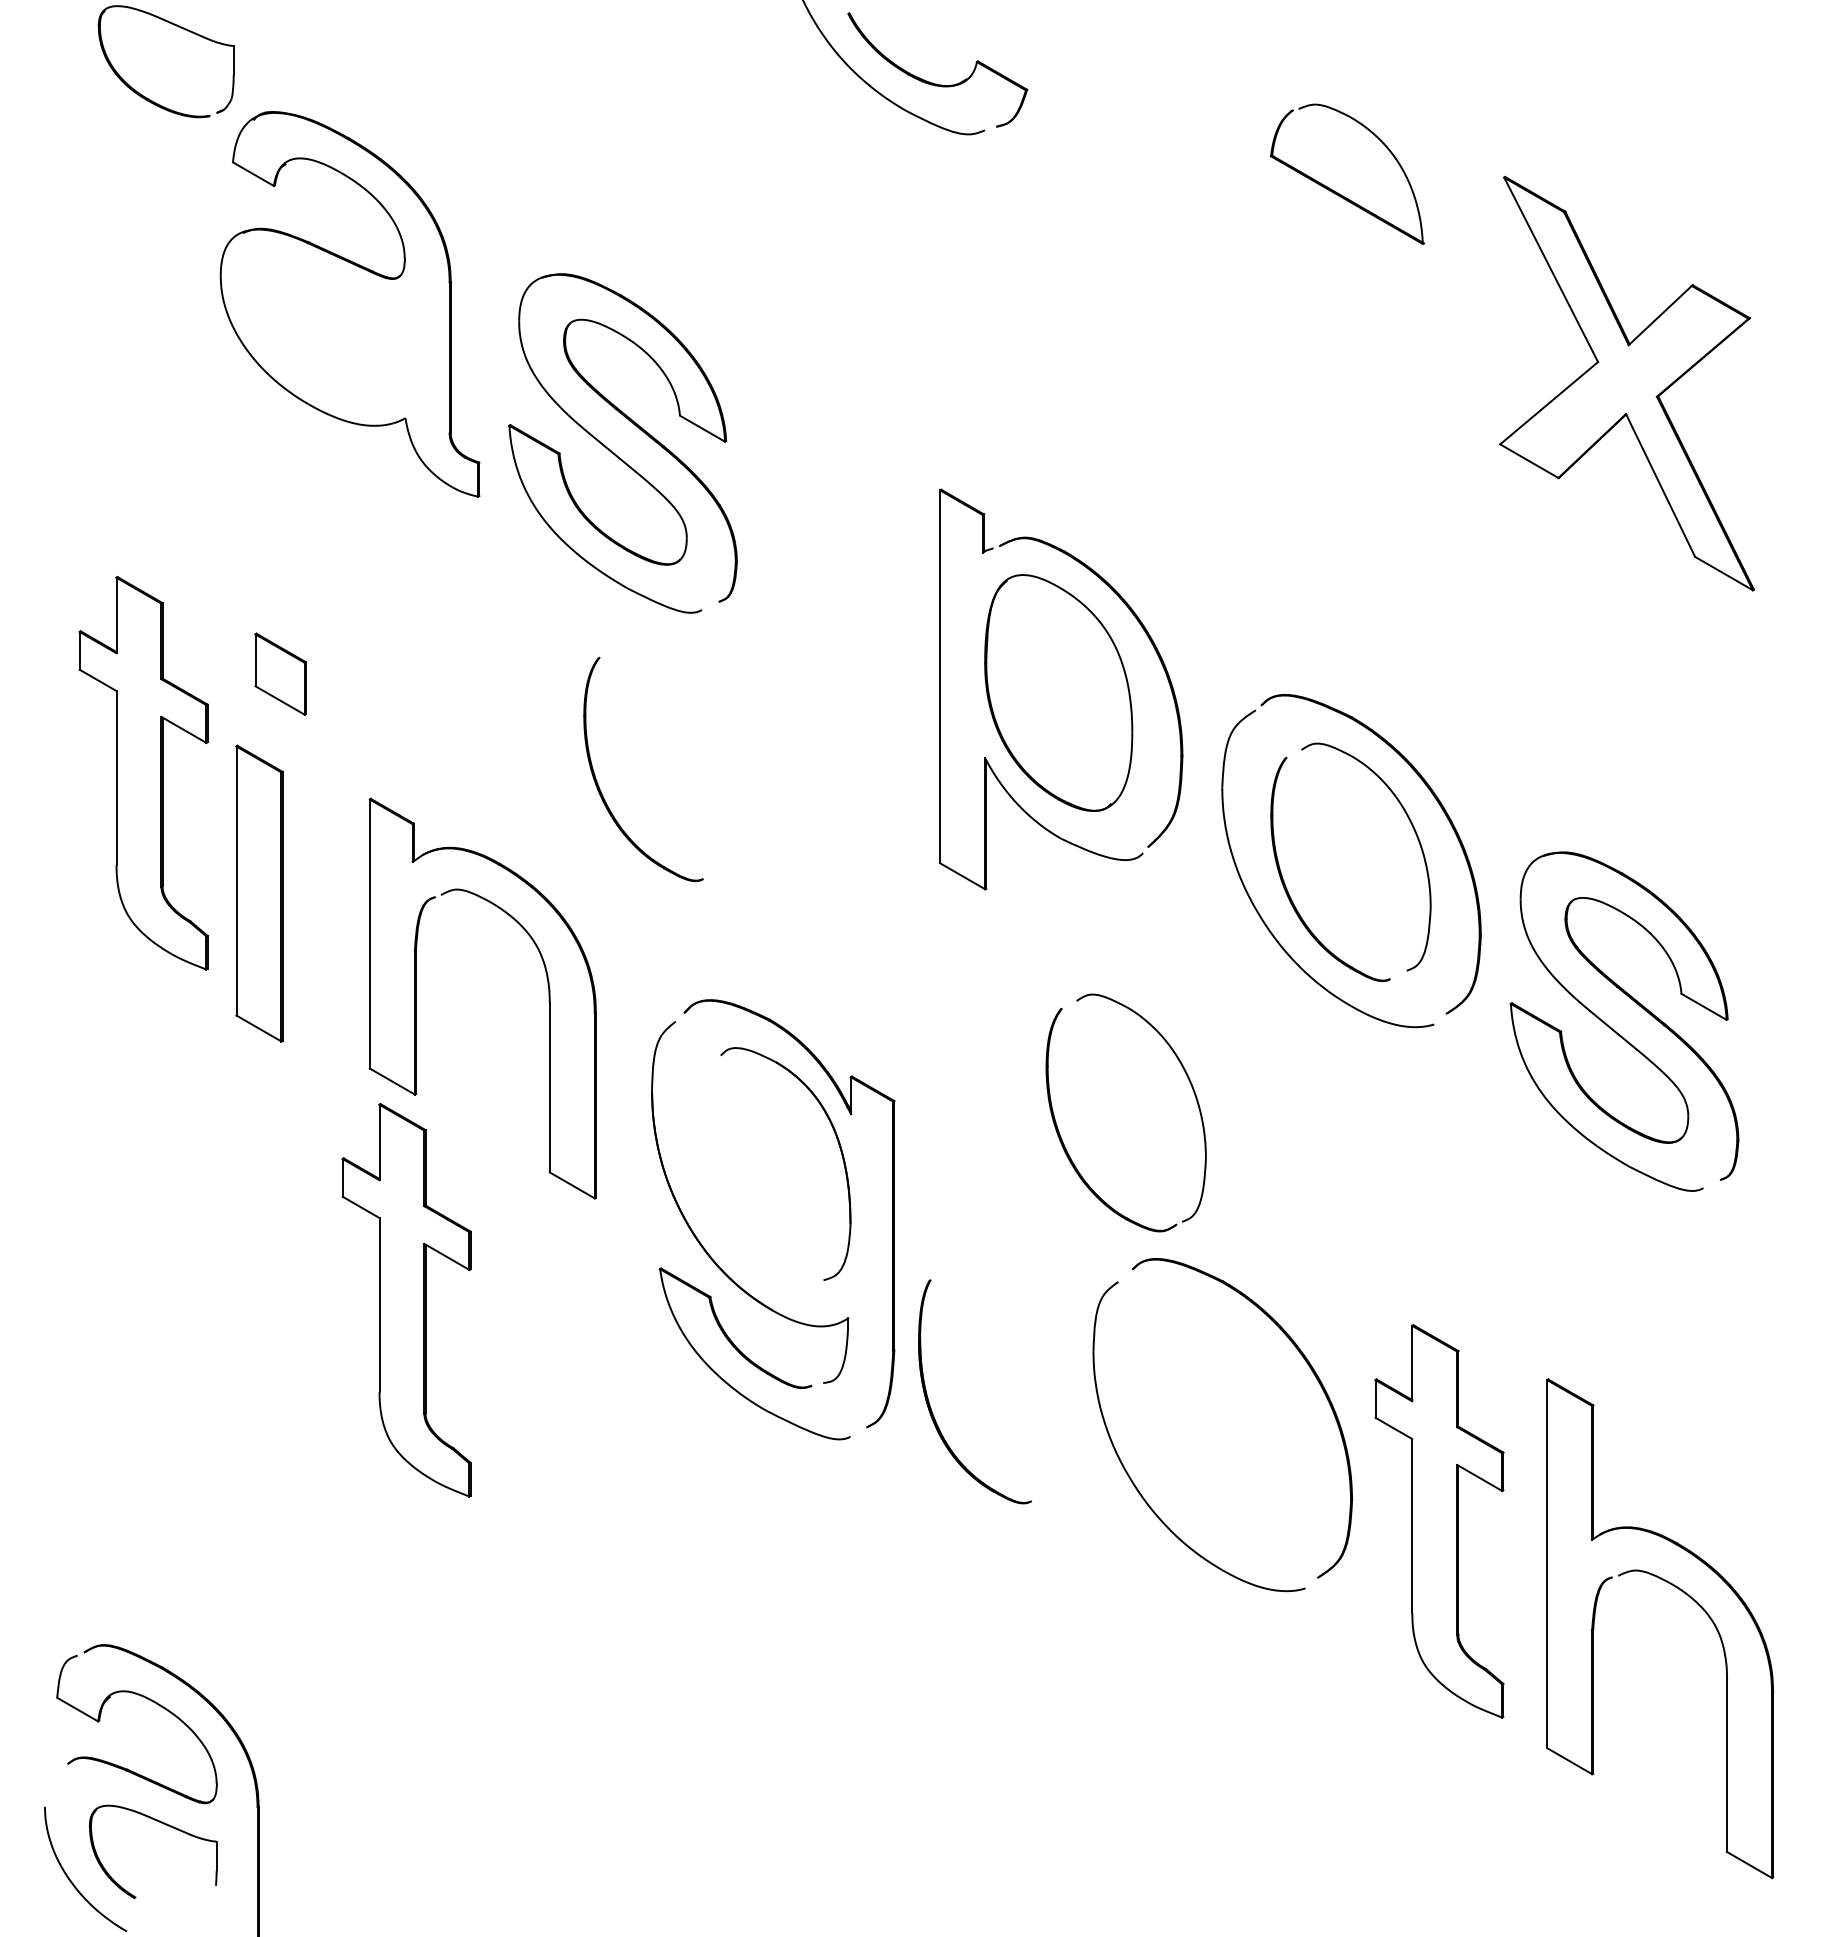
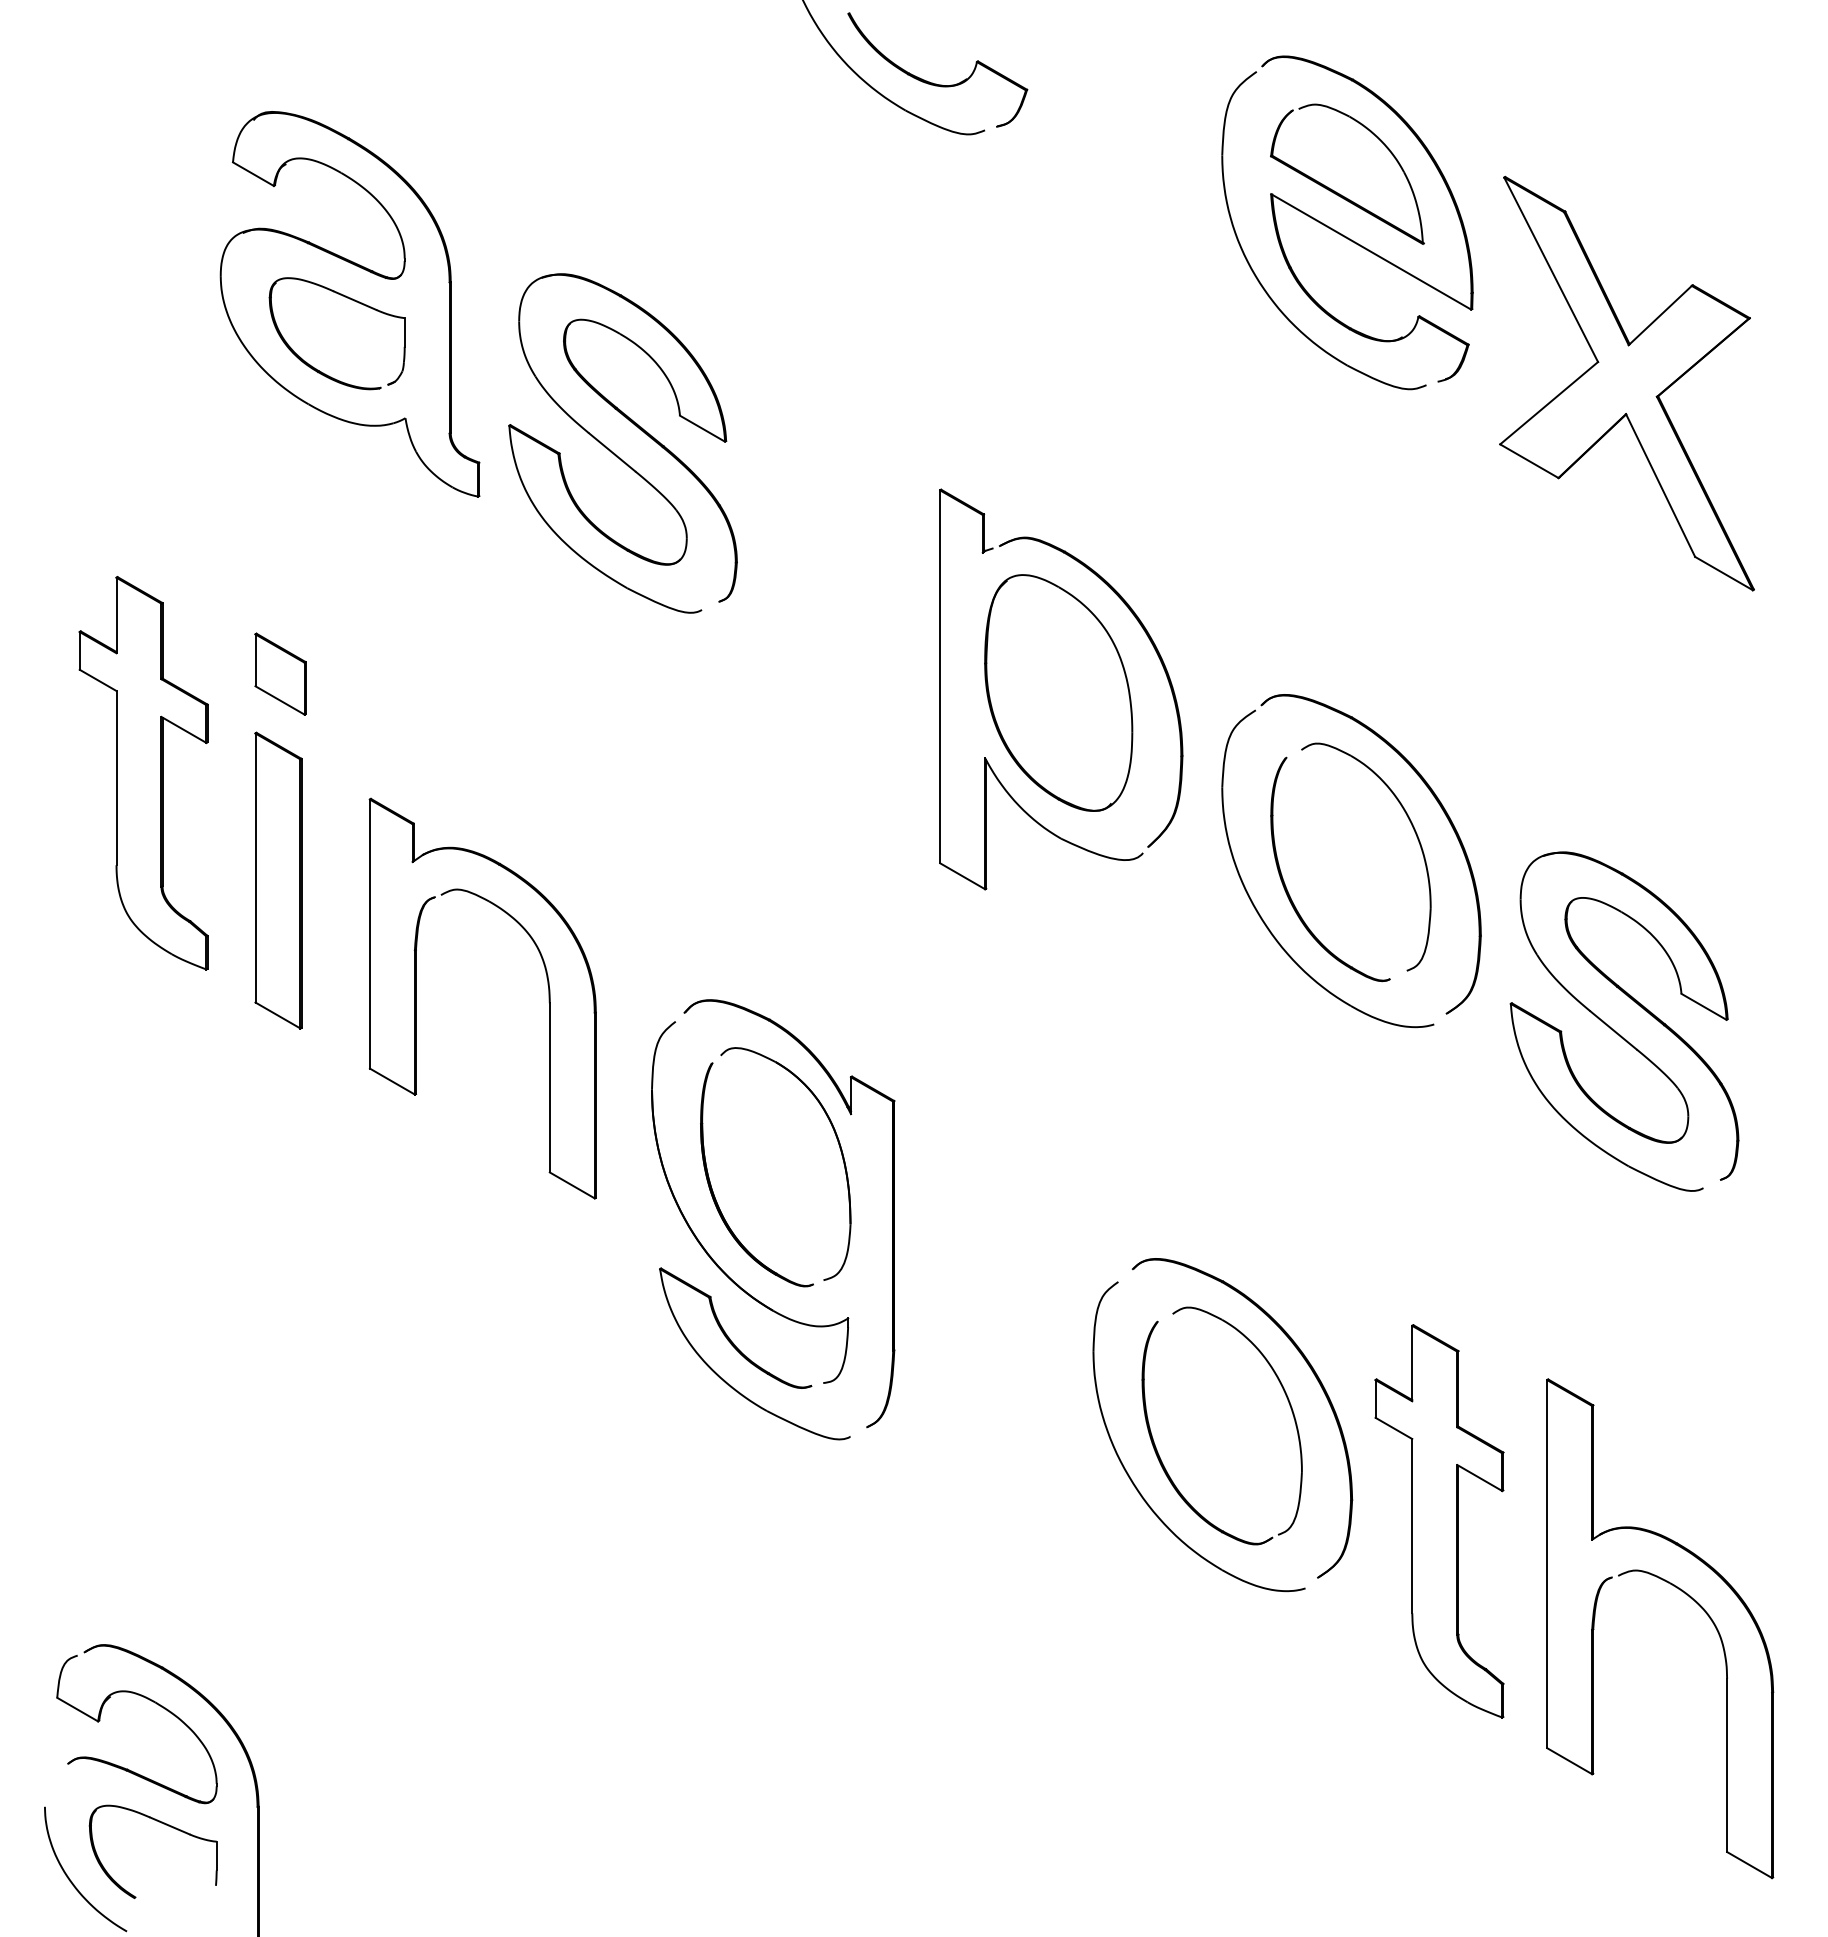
part at (180, 28) position: (180, 28) -> (351, 300)
part at (1341, 233): none -> present
part at (600, 788): present -> none
part at (259, 893) position: (259, 893) -> (278, 880)
part at (1061, 1136) position: (1061, 1136) -> (1157, 1449)
part at (406, 1300): present -> none
part at (929, 1401) position: (929, 1401) -> (711, 1184)
